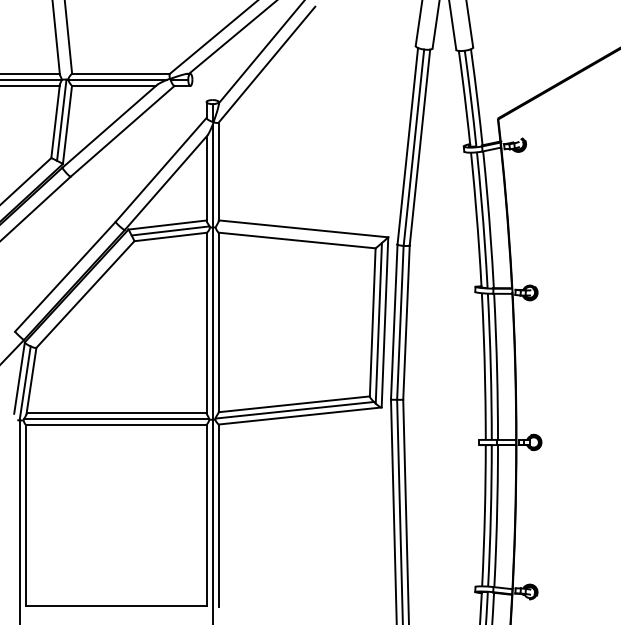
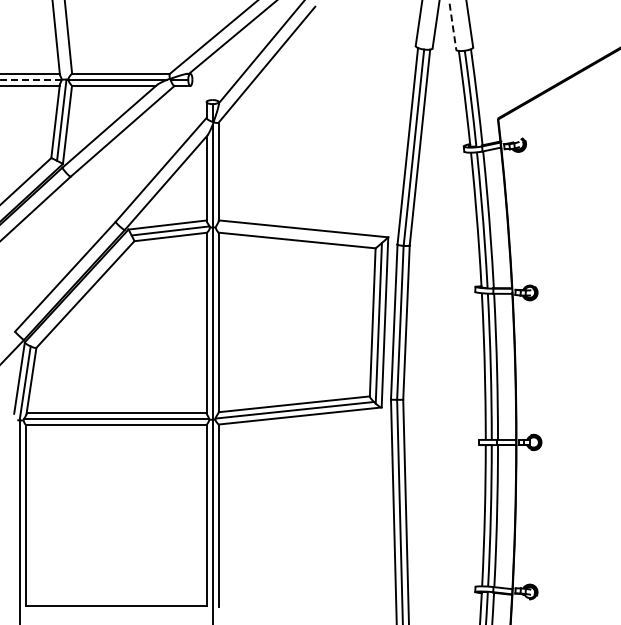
line at (452, 25): solid -> dashed
line at (30, 79): solid -> dashed
